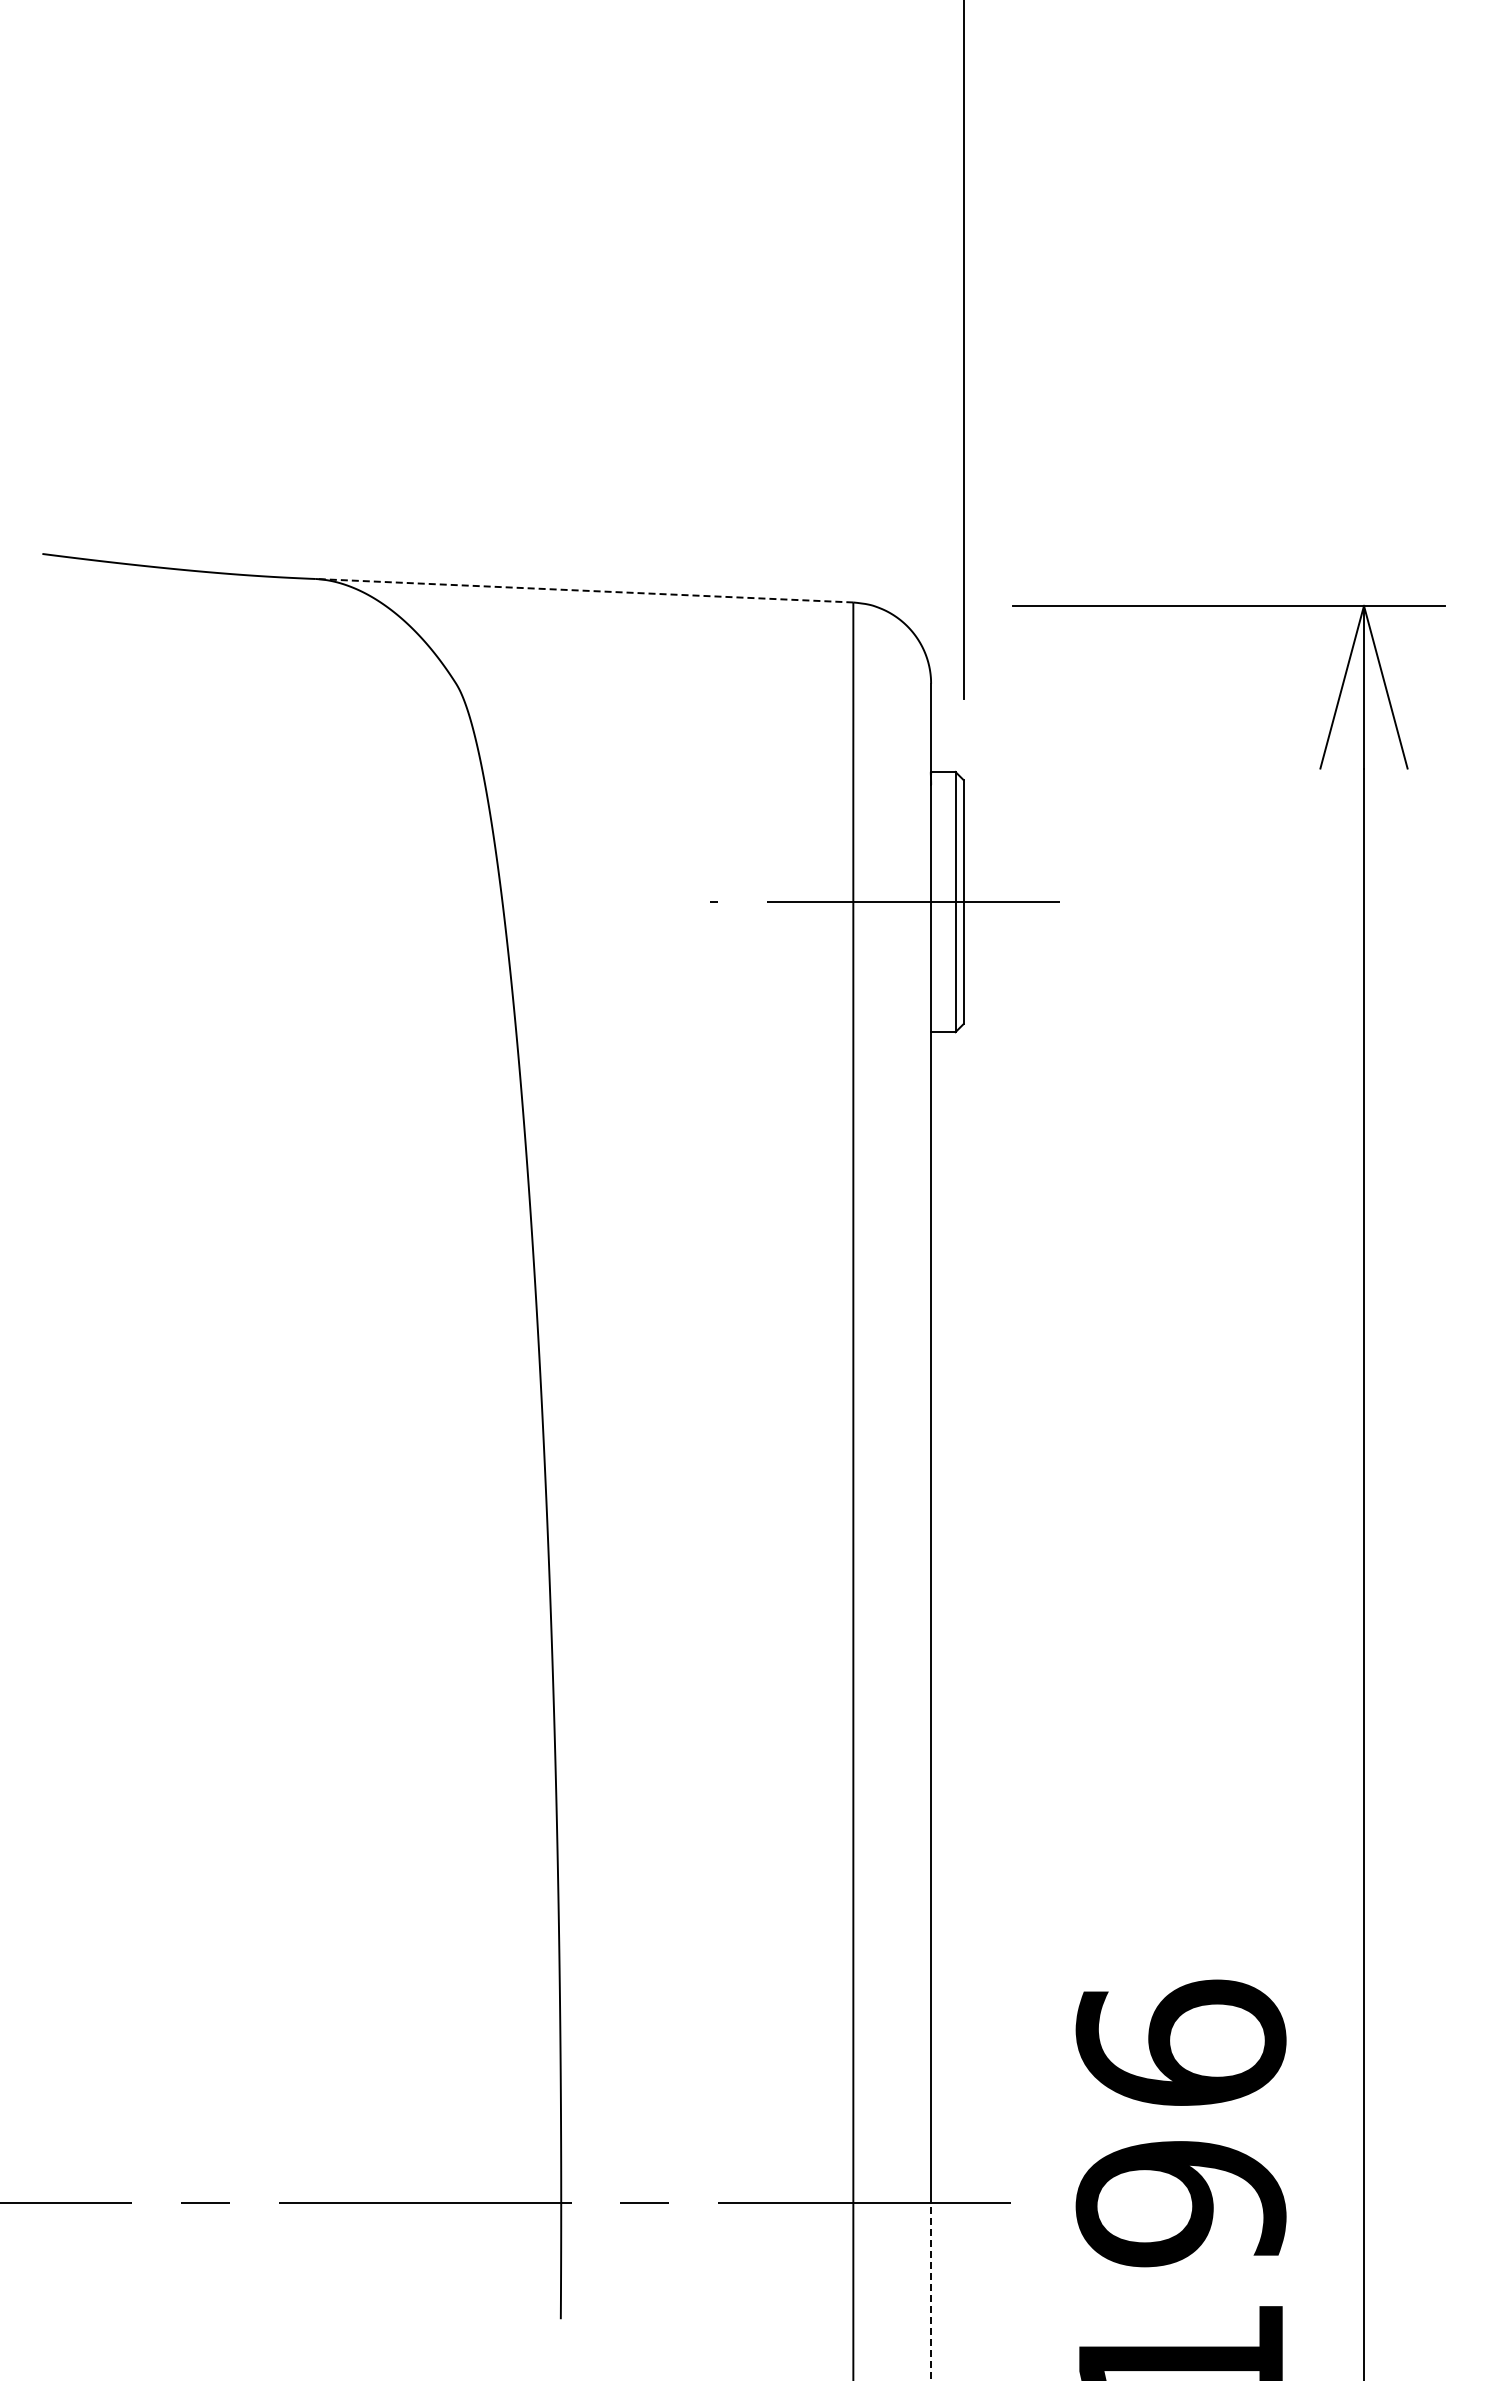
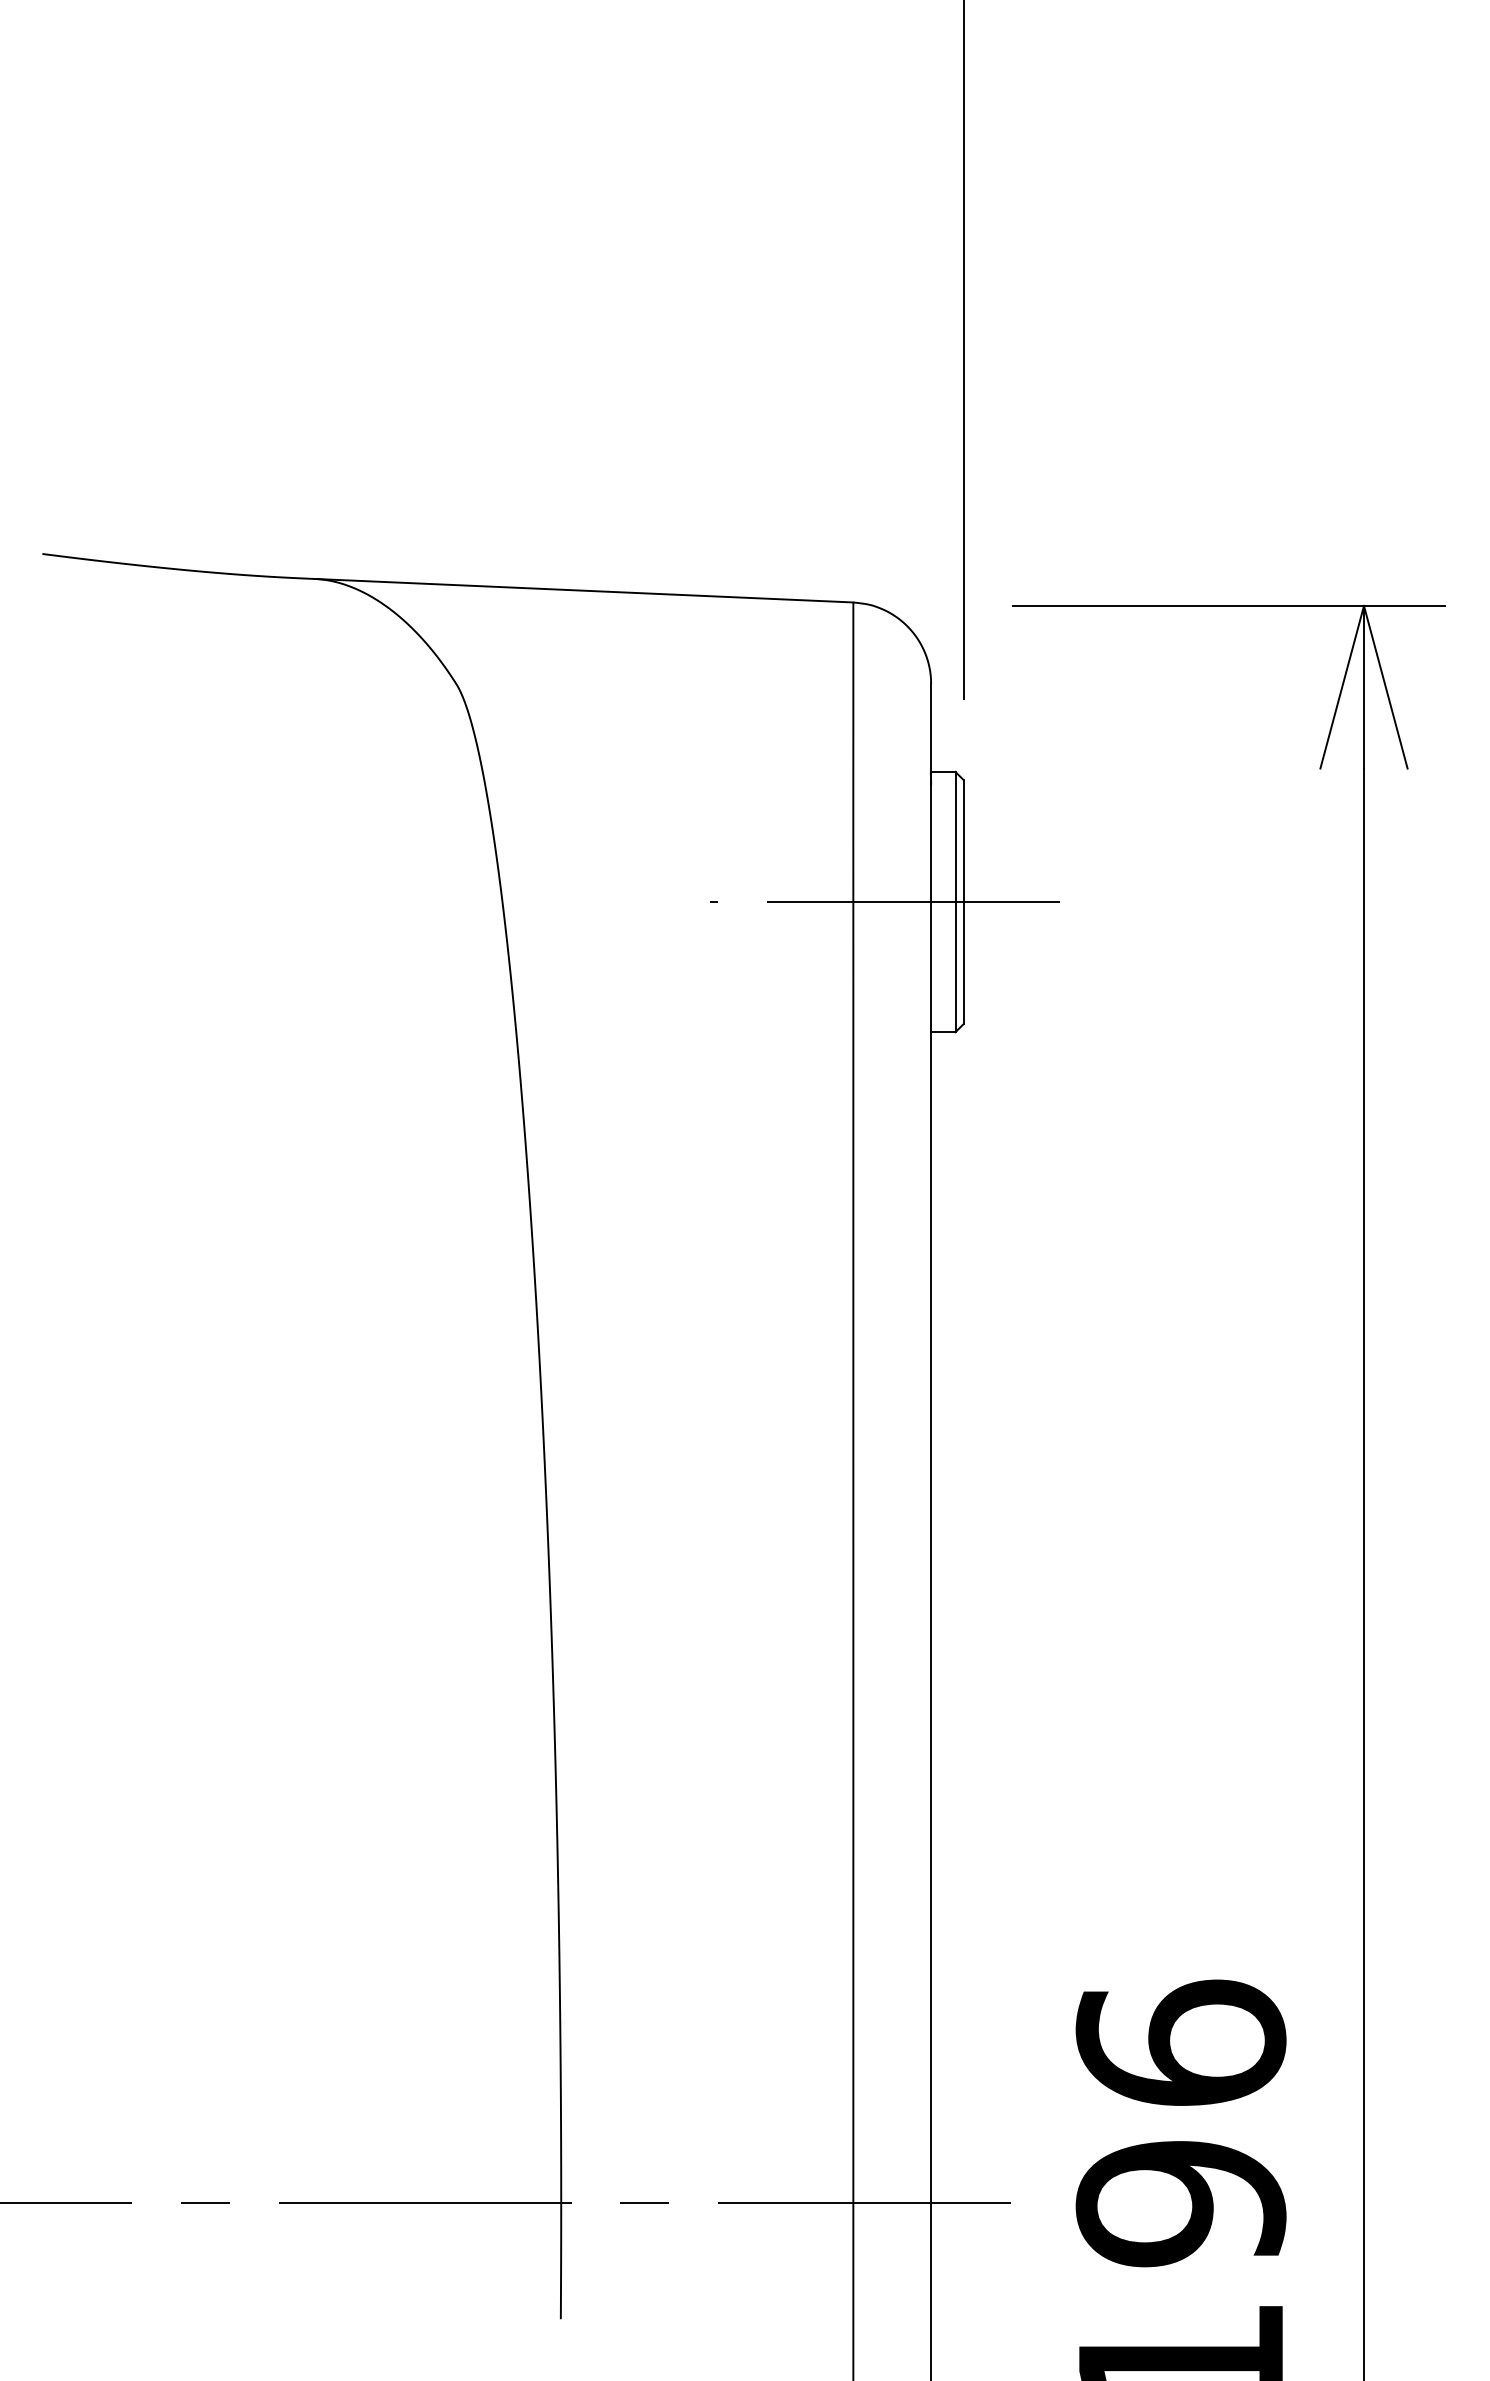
line at (583, 590): dashed -> solid
line at (931, 2291): dashed -> solid
